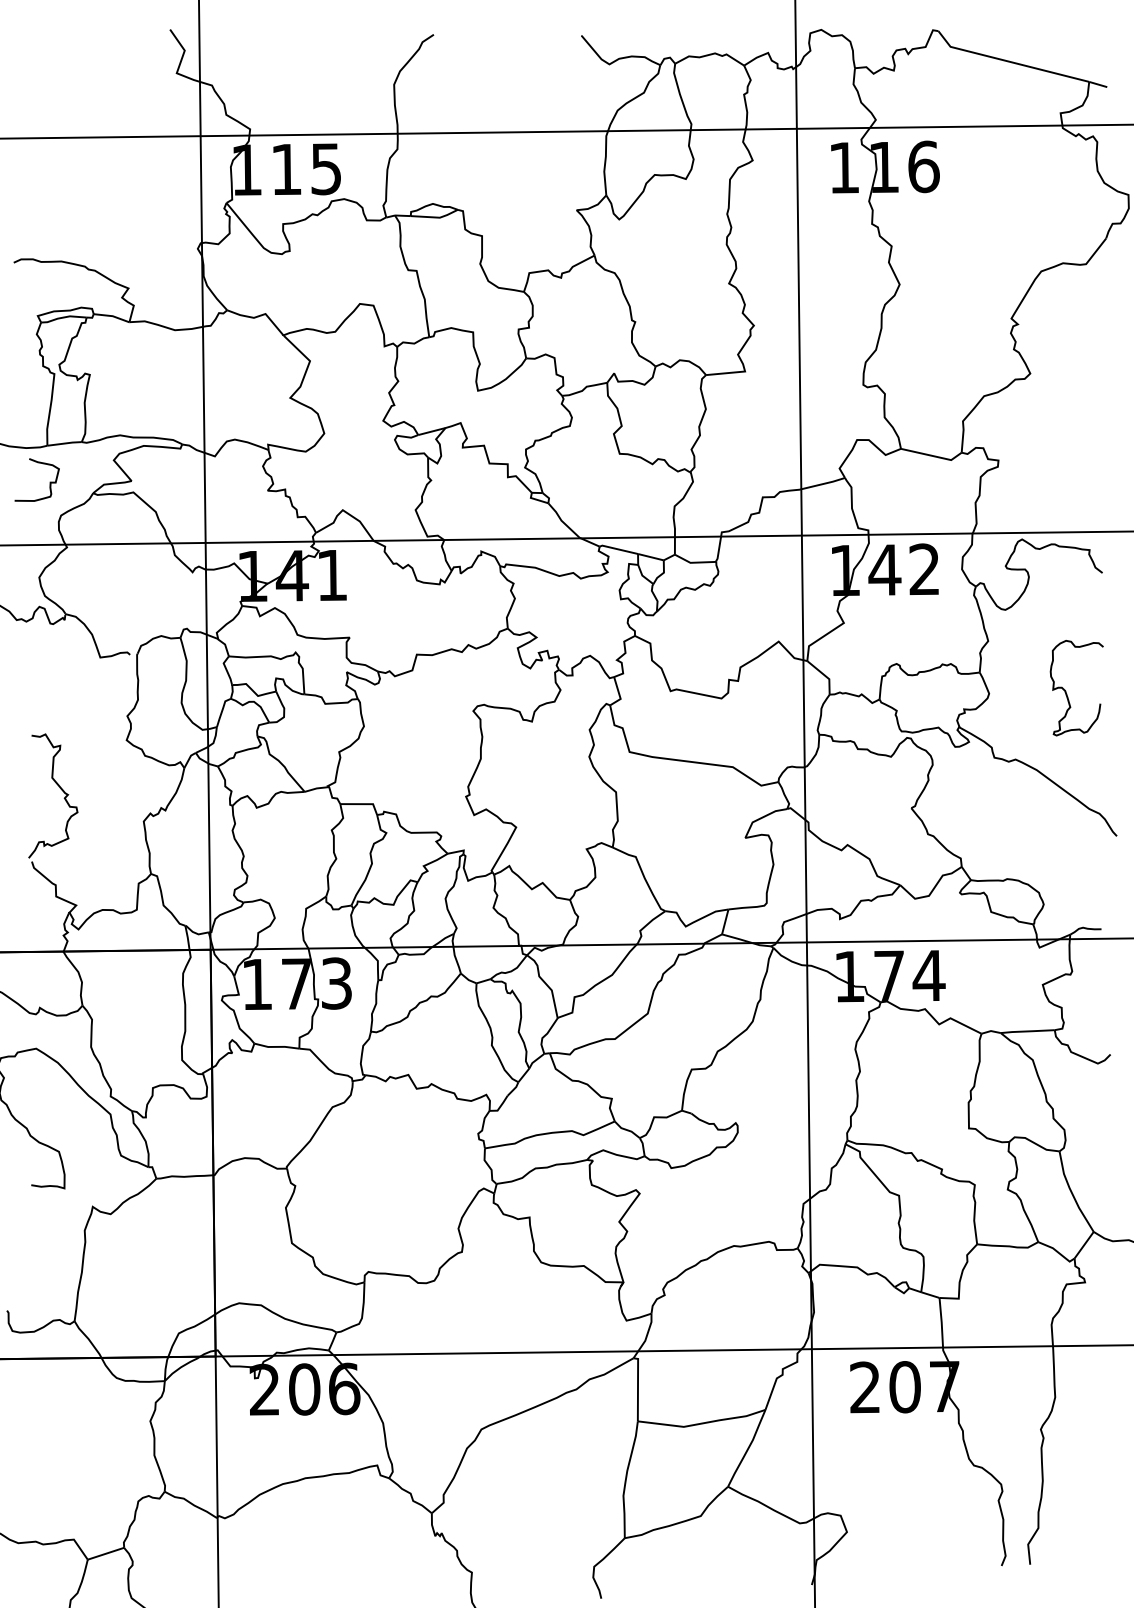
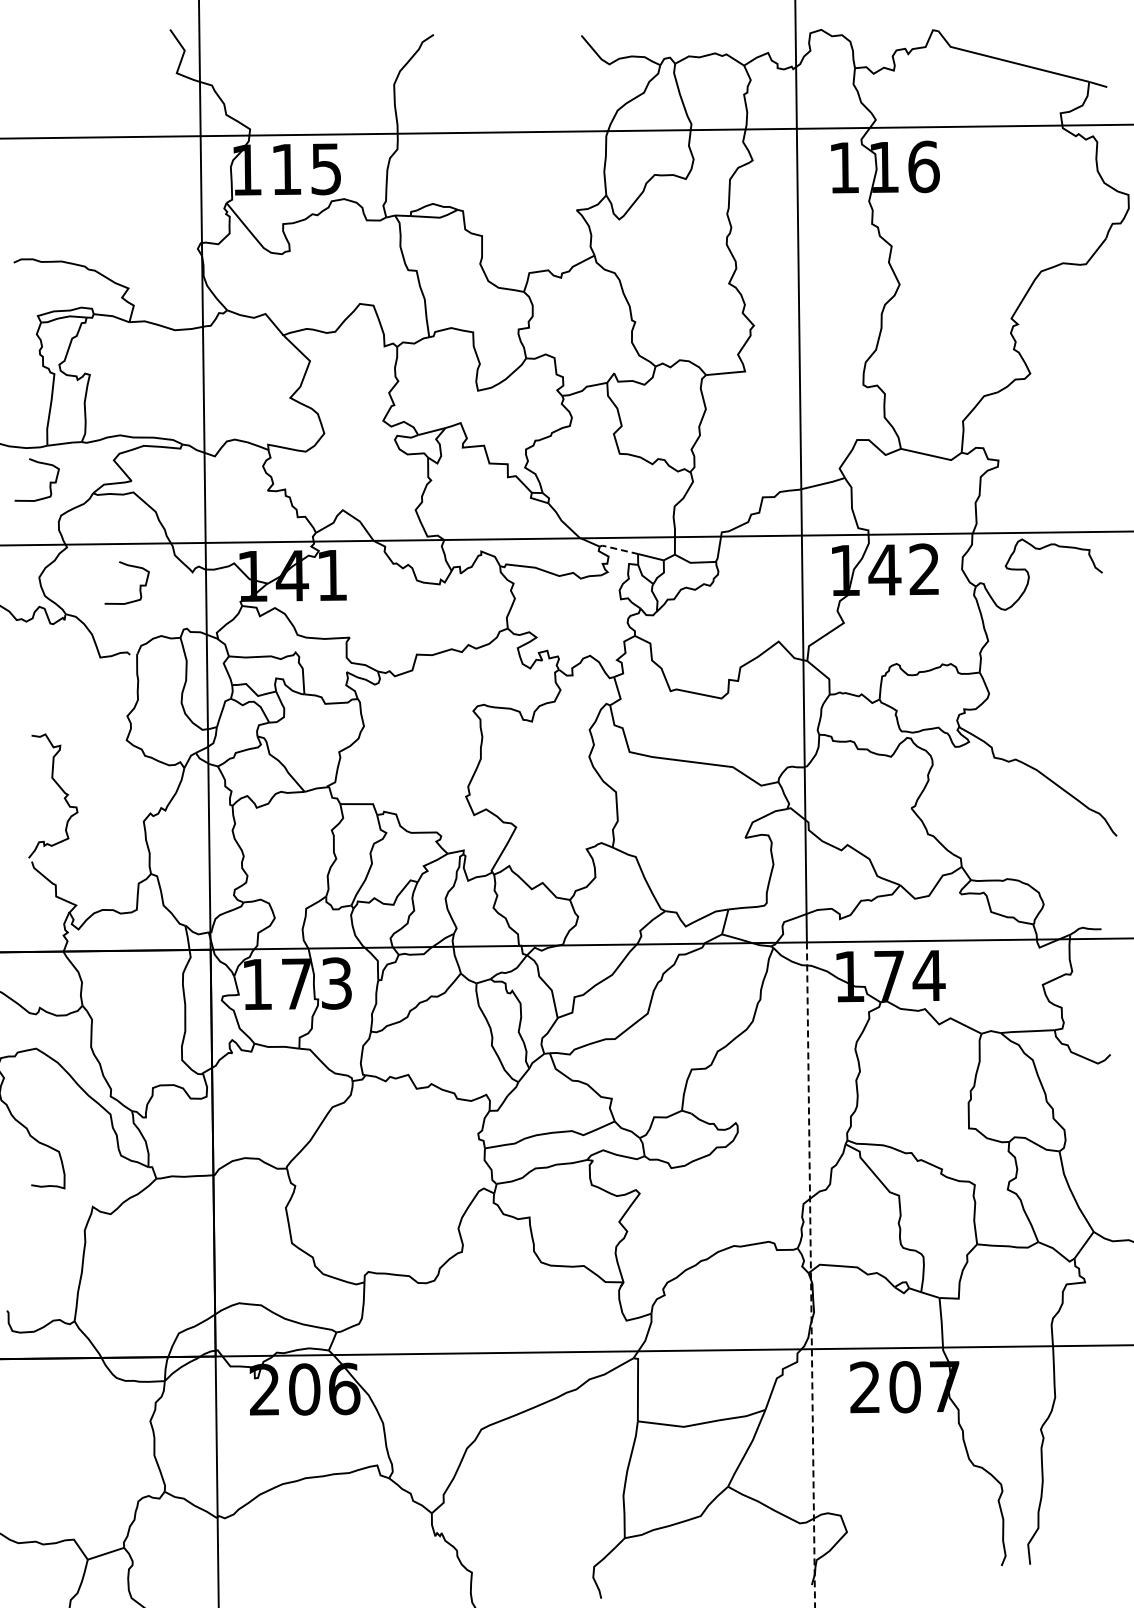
line at (618, 549): solid -> dashed
curve at (139, 585): none -> present
curve at (1066, 691): present -> none
line at (810, 1275): solid -> dashed
